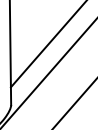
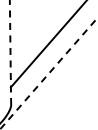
line at (10, 52): solid -> dashed
line at (49, 73): solid -> dashed
line at (74, 103): present -> none
